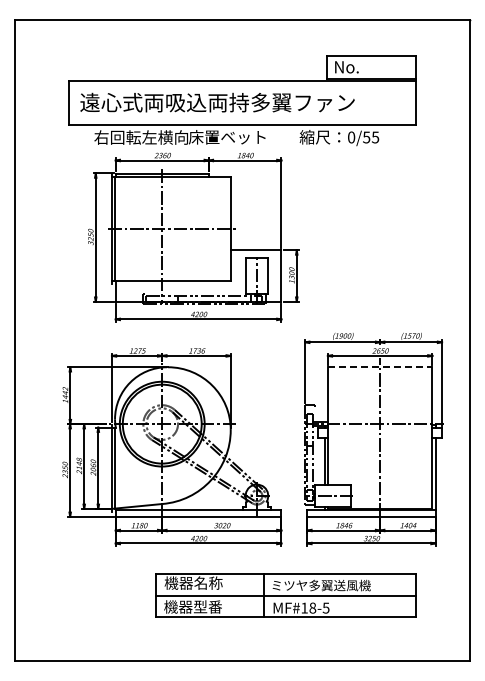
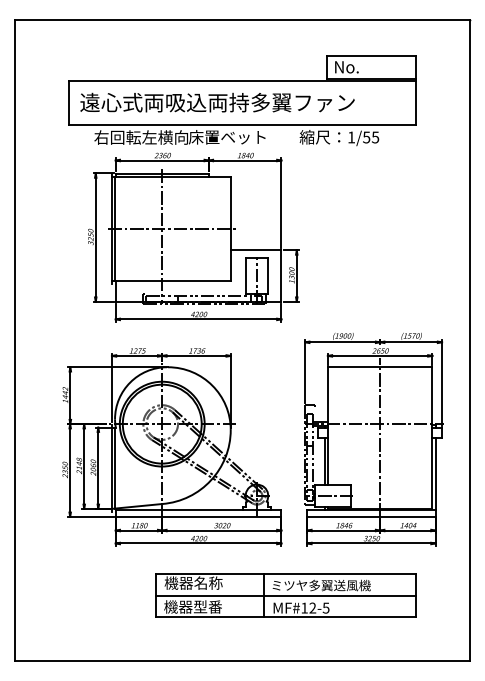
text at (351, 137): 0/55 -> 1/55
line at (380, 367): dashed -> solid
text at (312, 607): MF#18-5 -> MF#12-5
